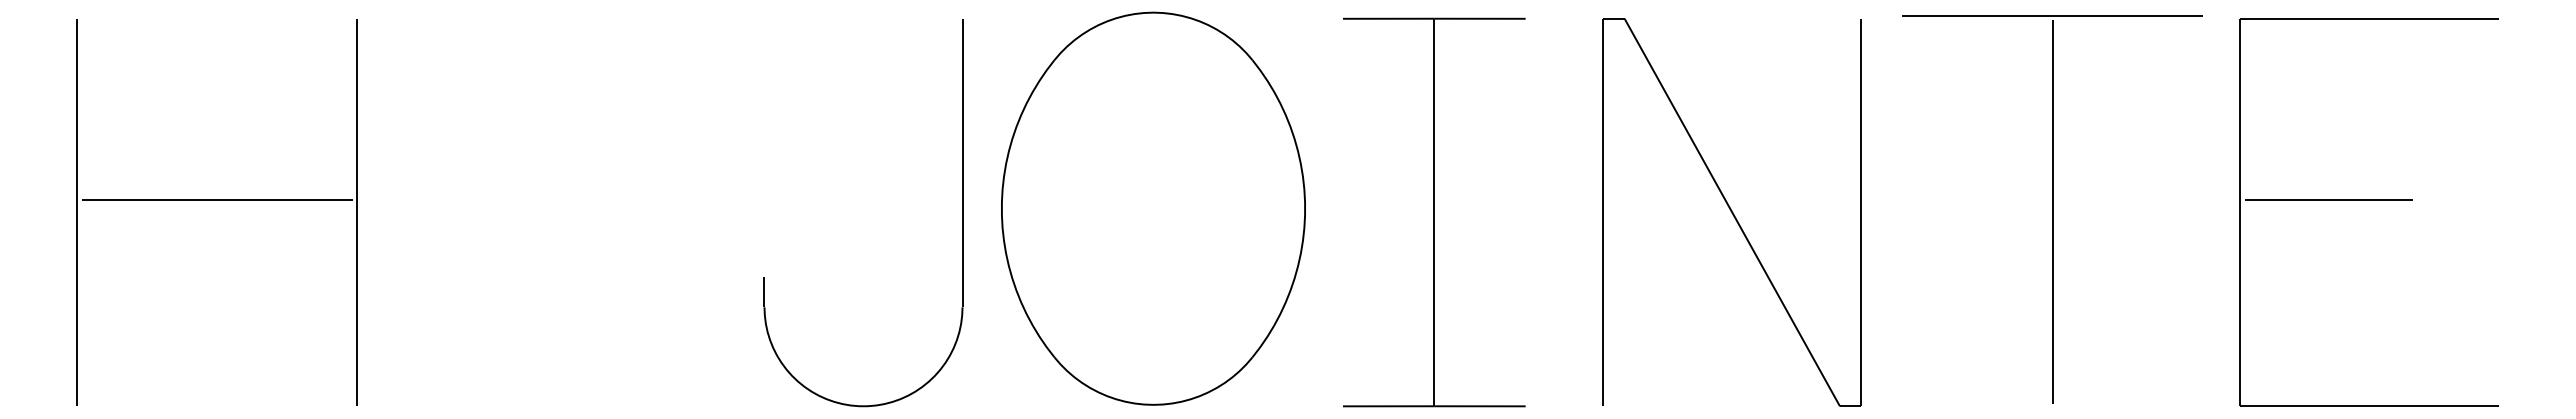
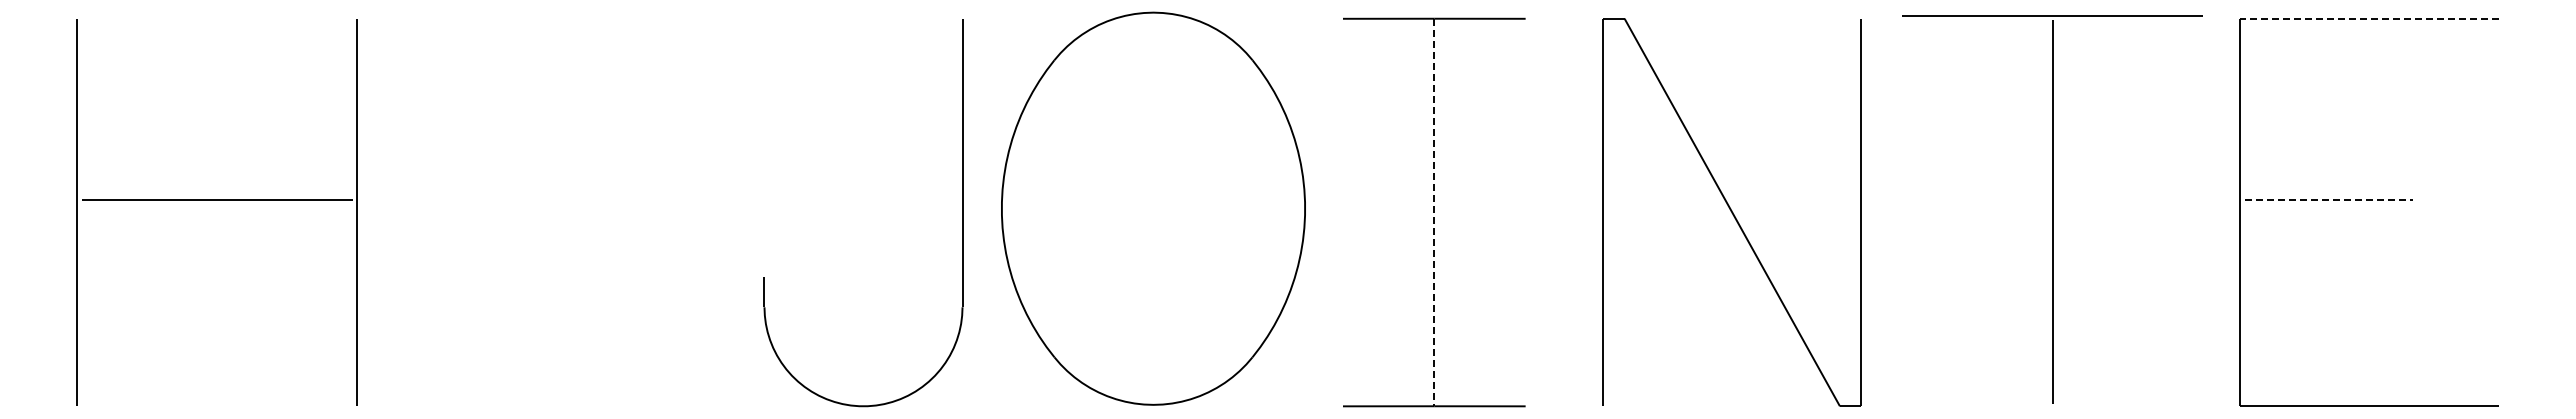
line at (2369, 18): solid -> dashed
line at (2328, 199): solid -> dashed
line at (1434, 212): solid -> dashed
